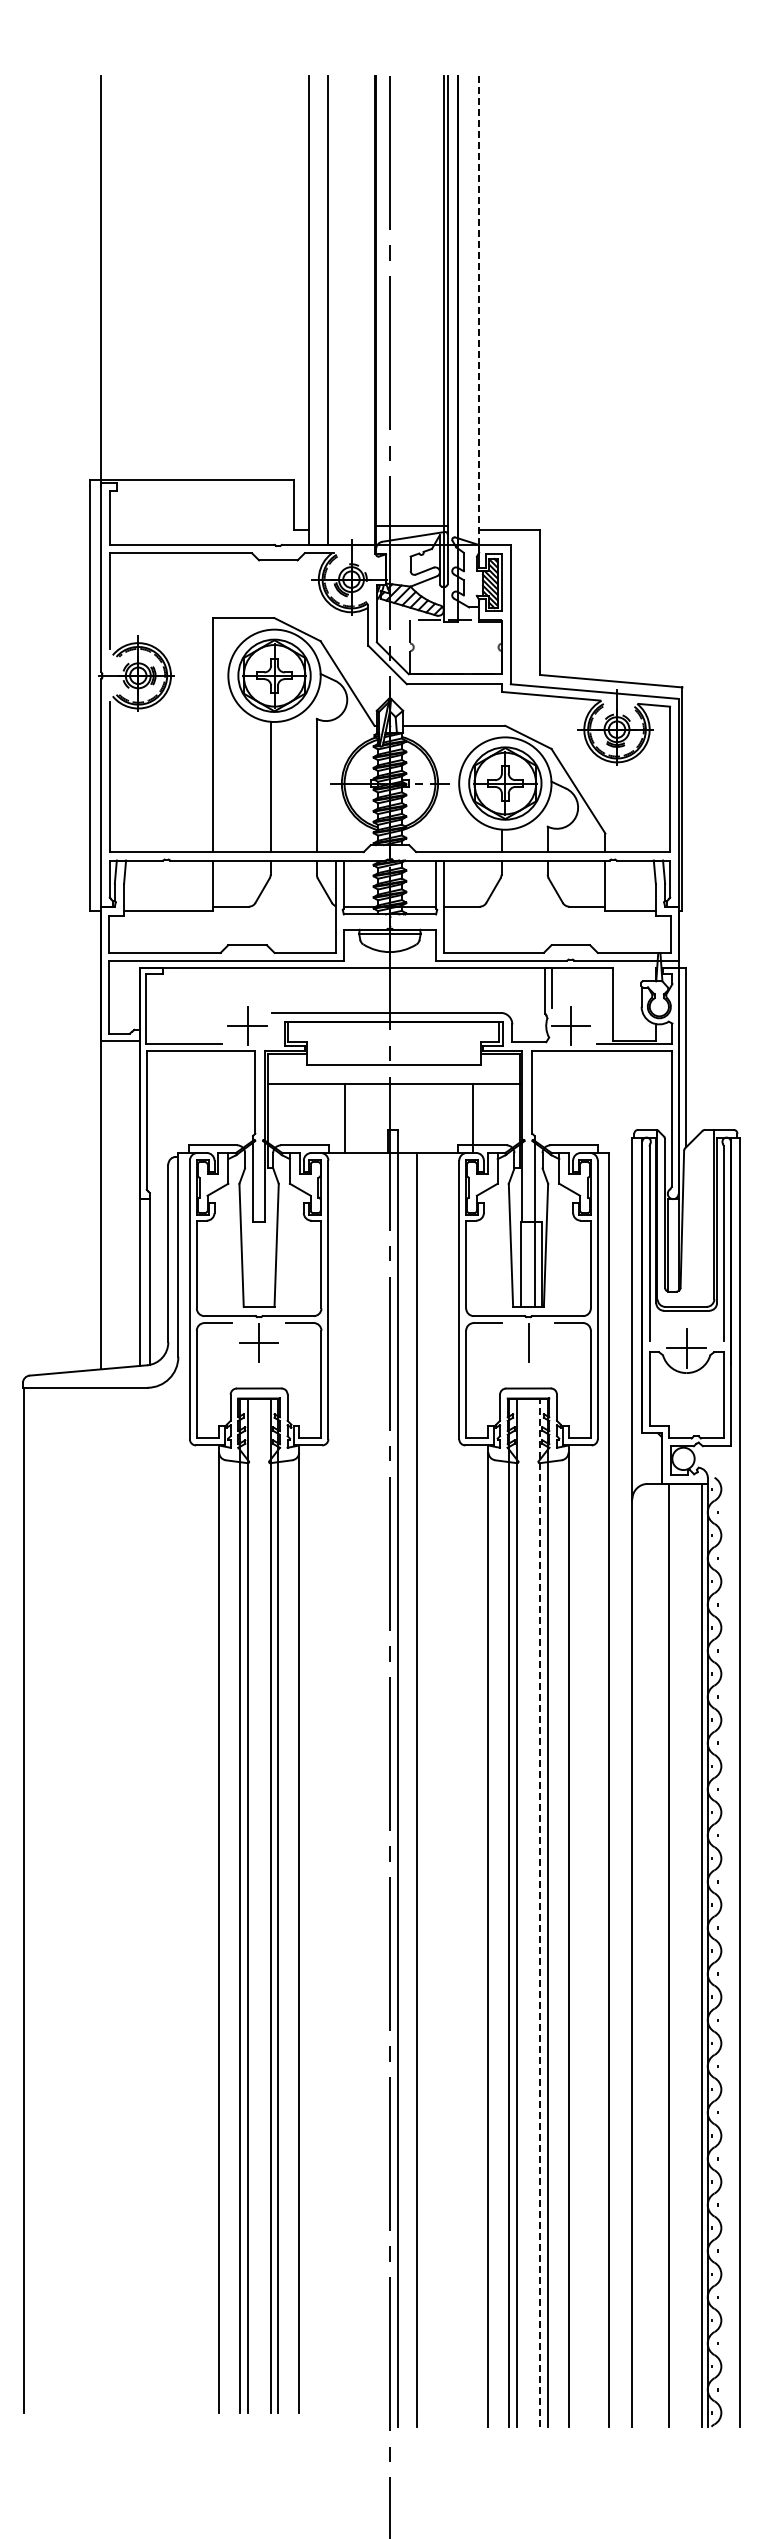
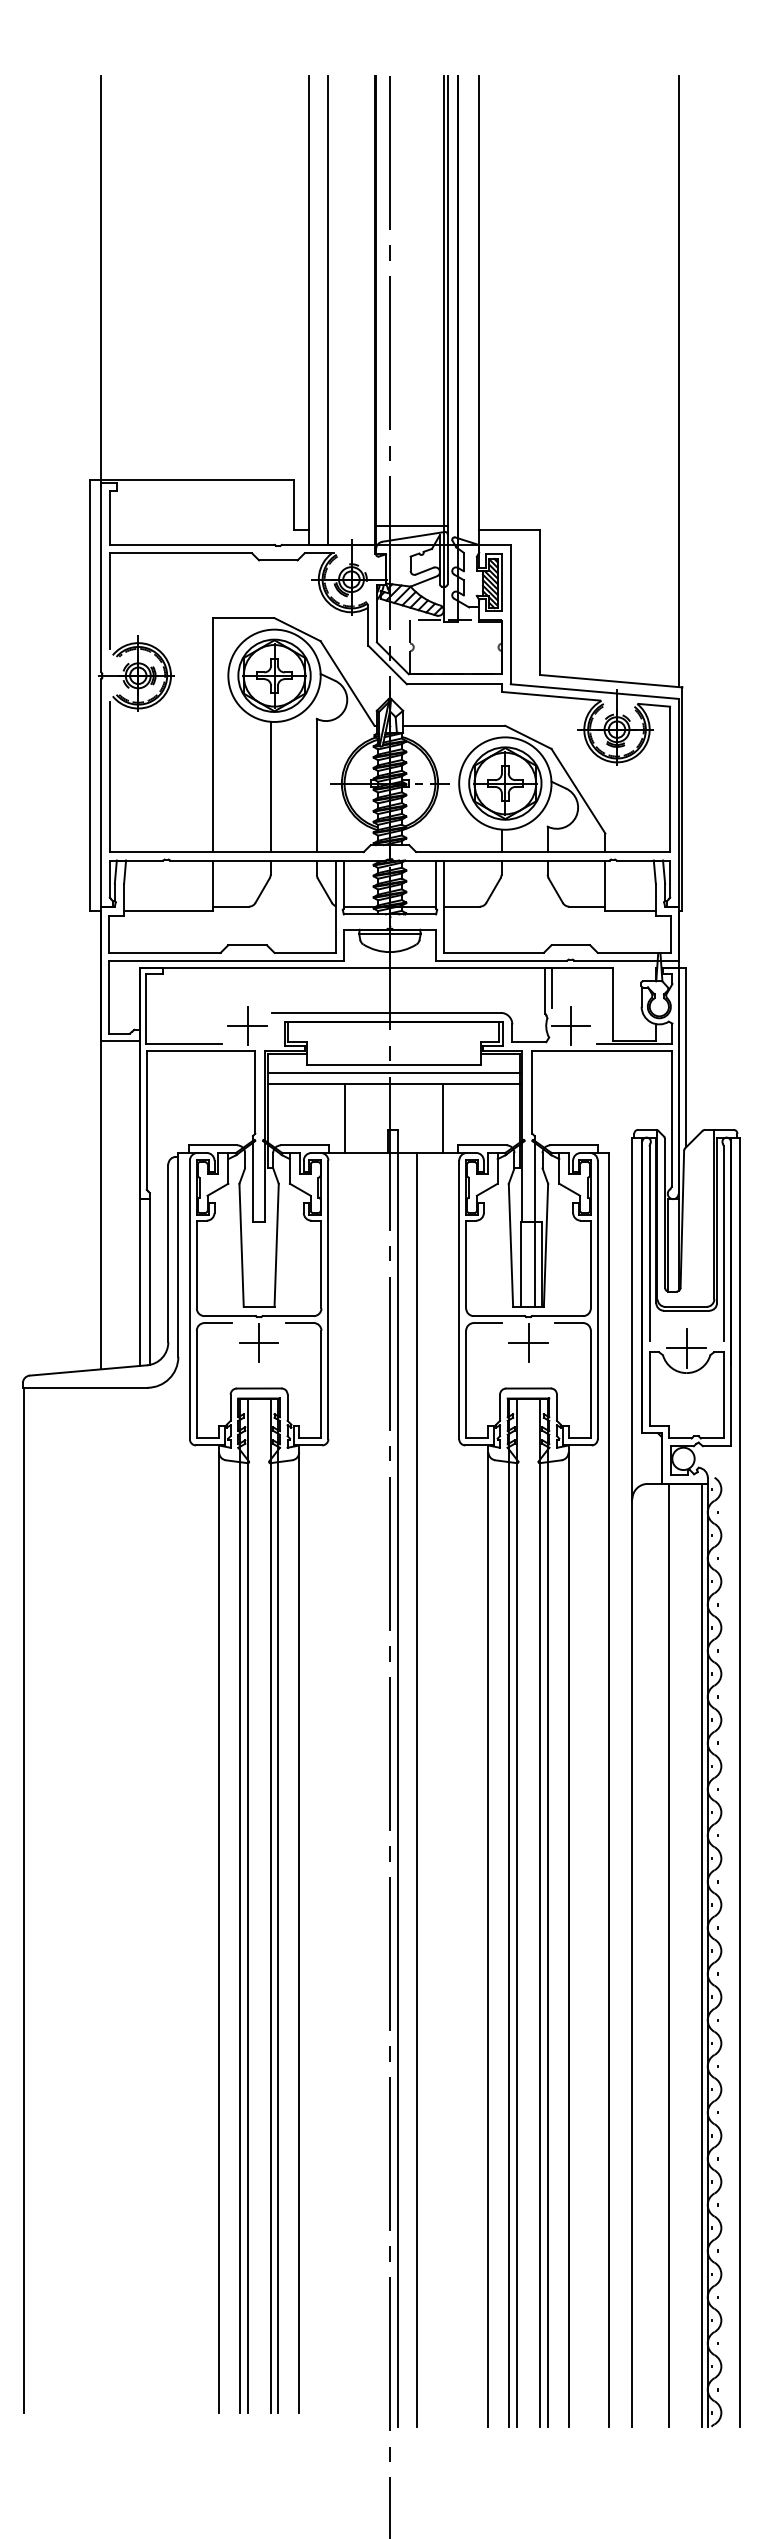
line at (479, 311): dashed -> solid
line at (678, 381): none -> present
line at (393, 1072): none -> present
line at (473, 1117) position: (473, 1117) -> (443, 1117)
line at (528, 1343): none -> present
line at (540, 1912): dashed -> solid
